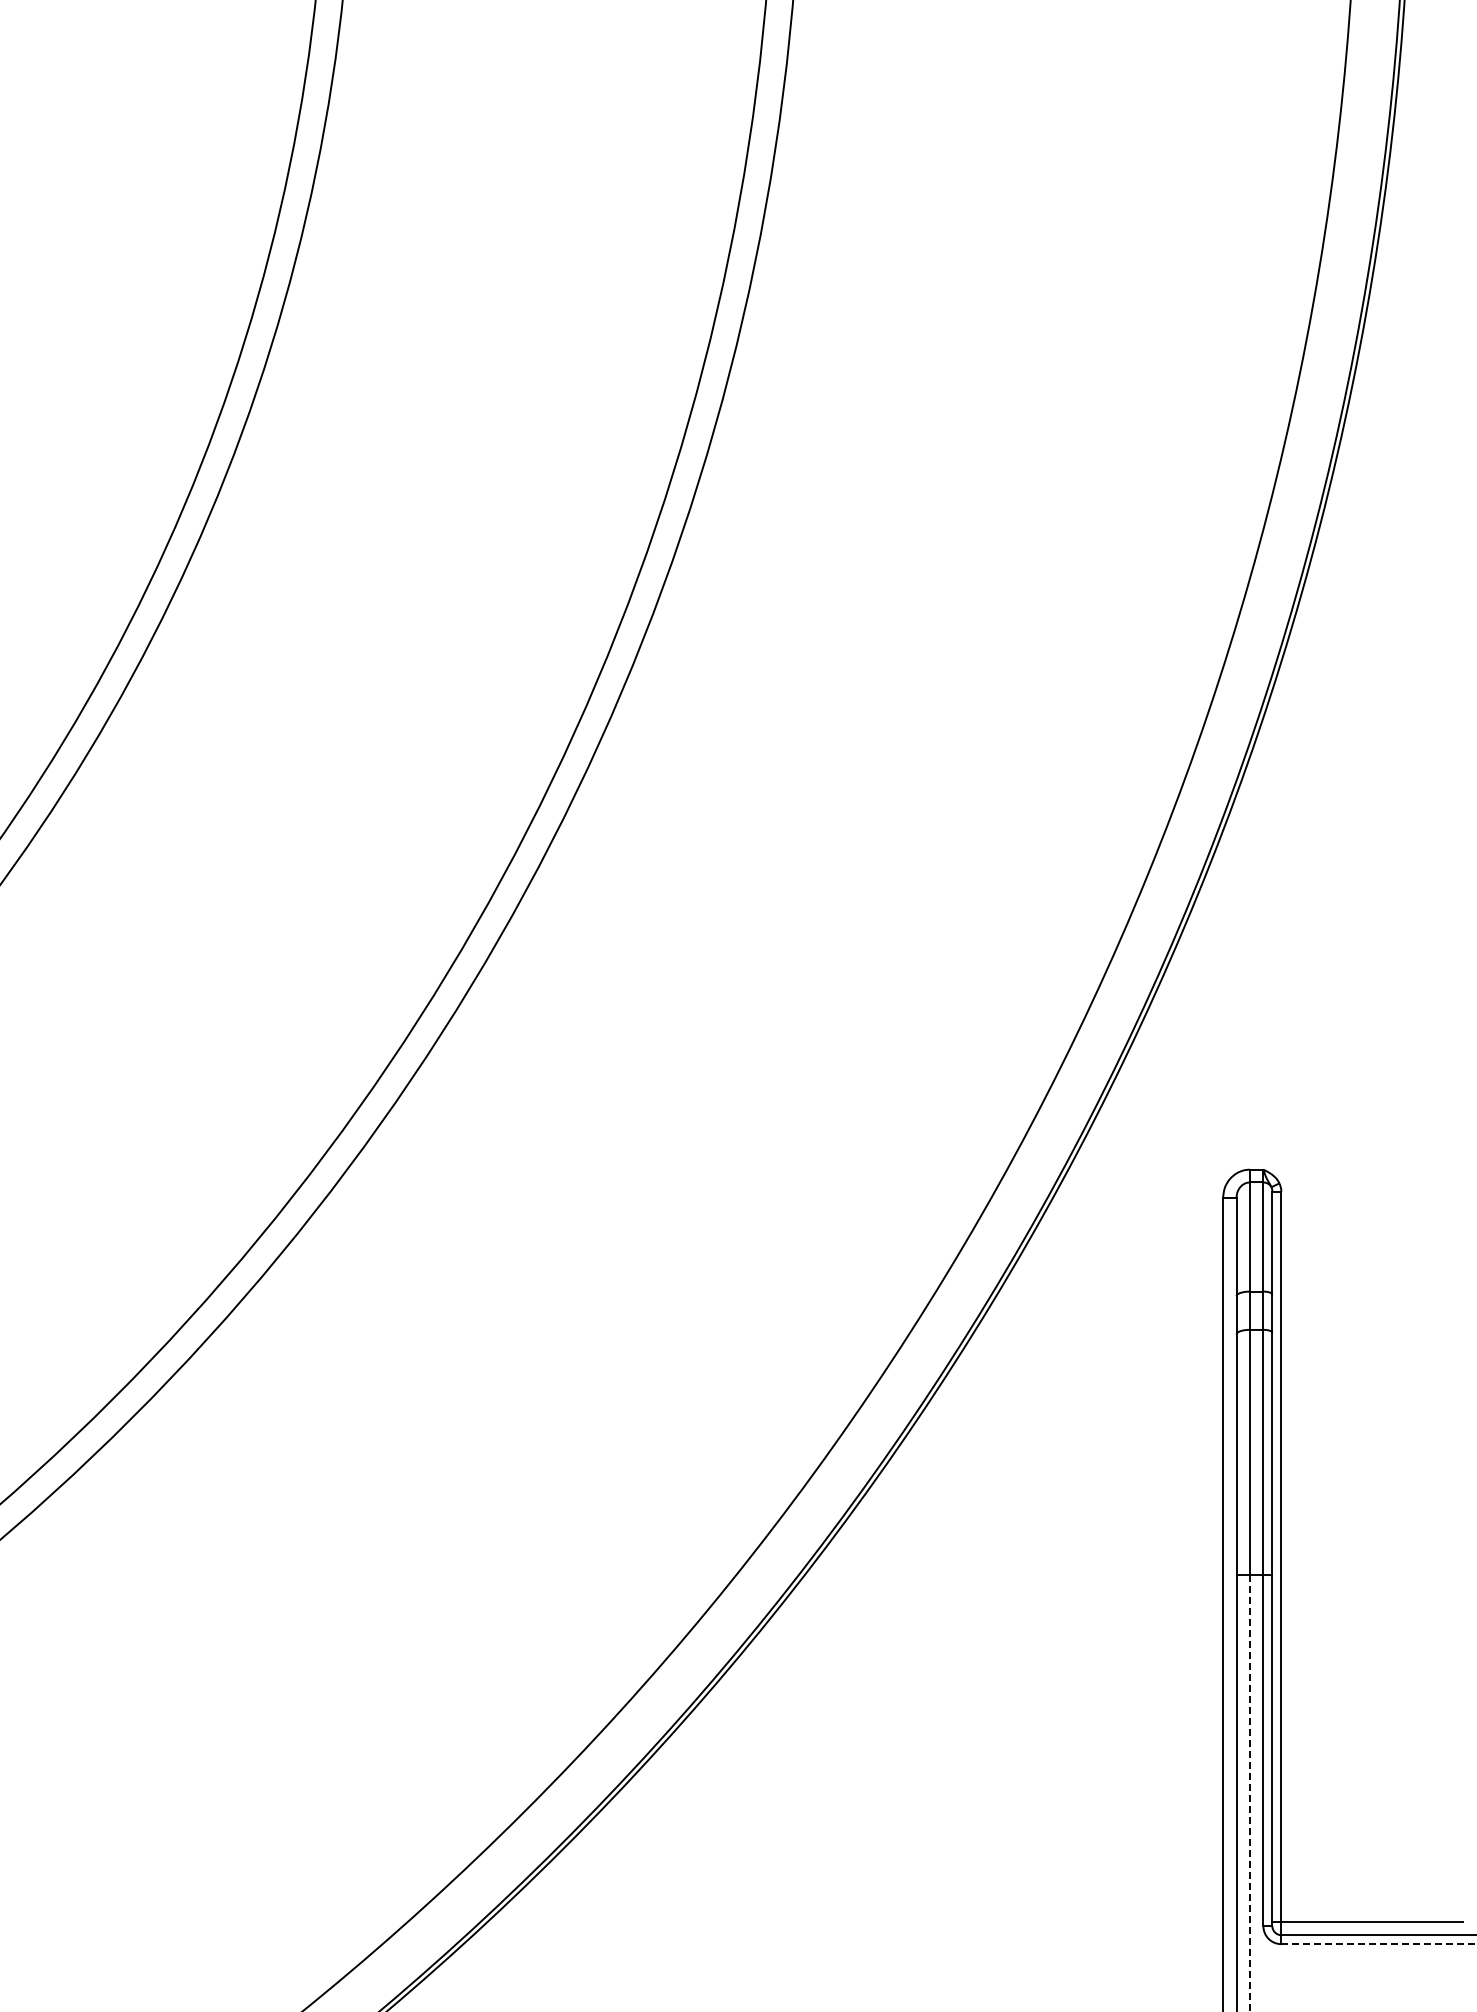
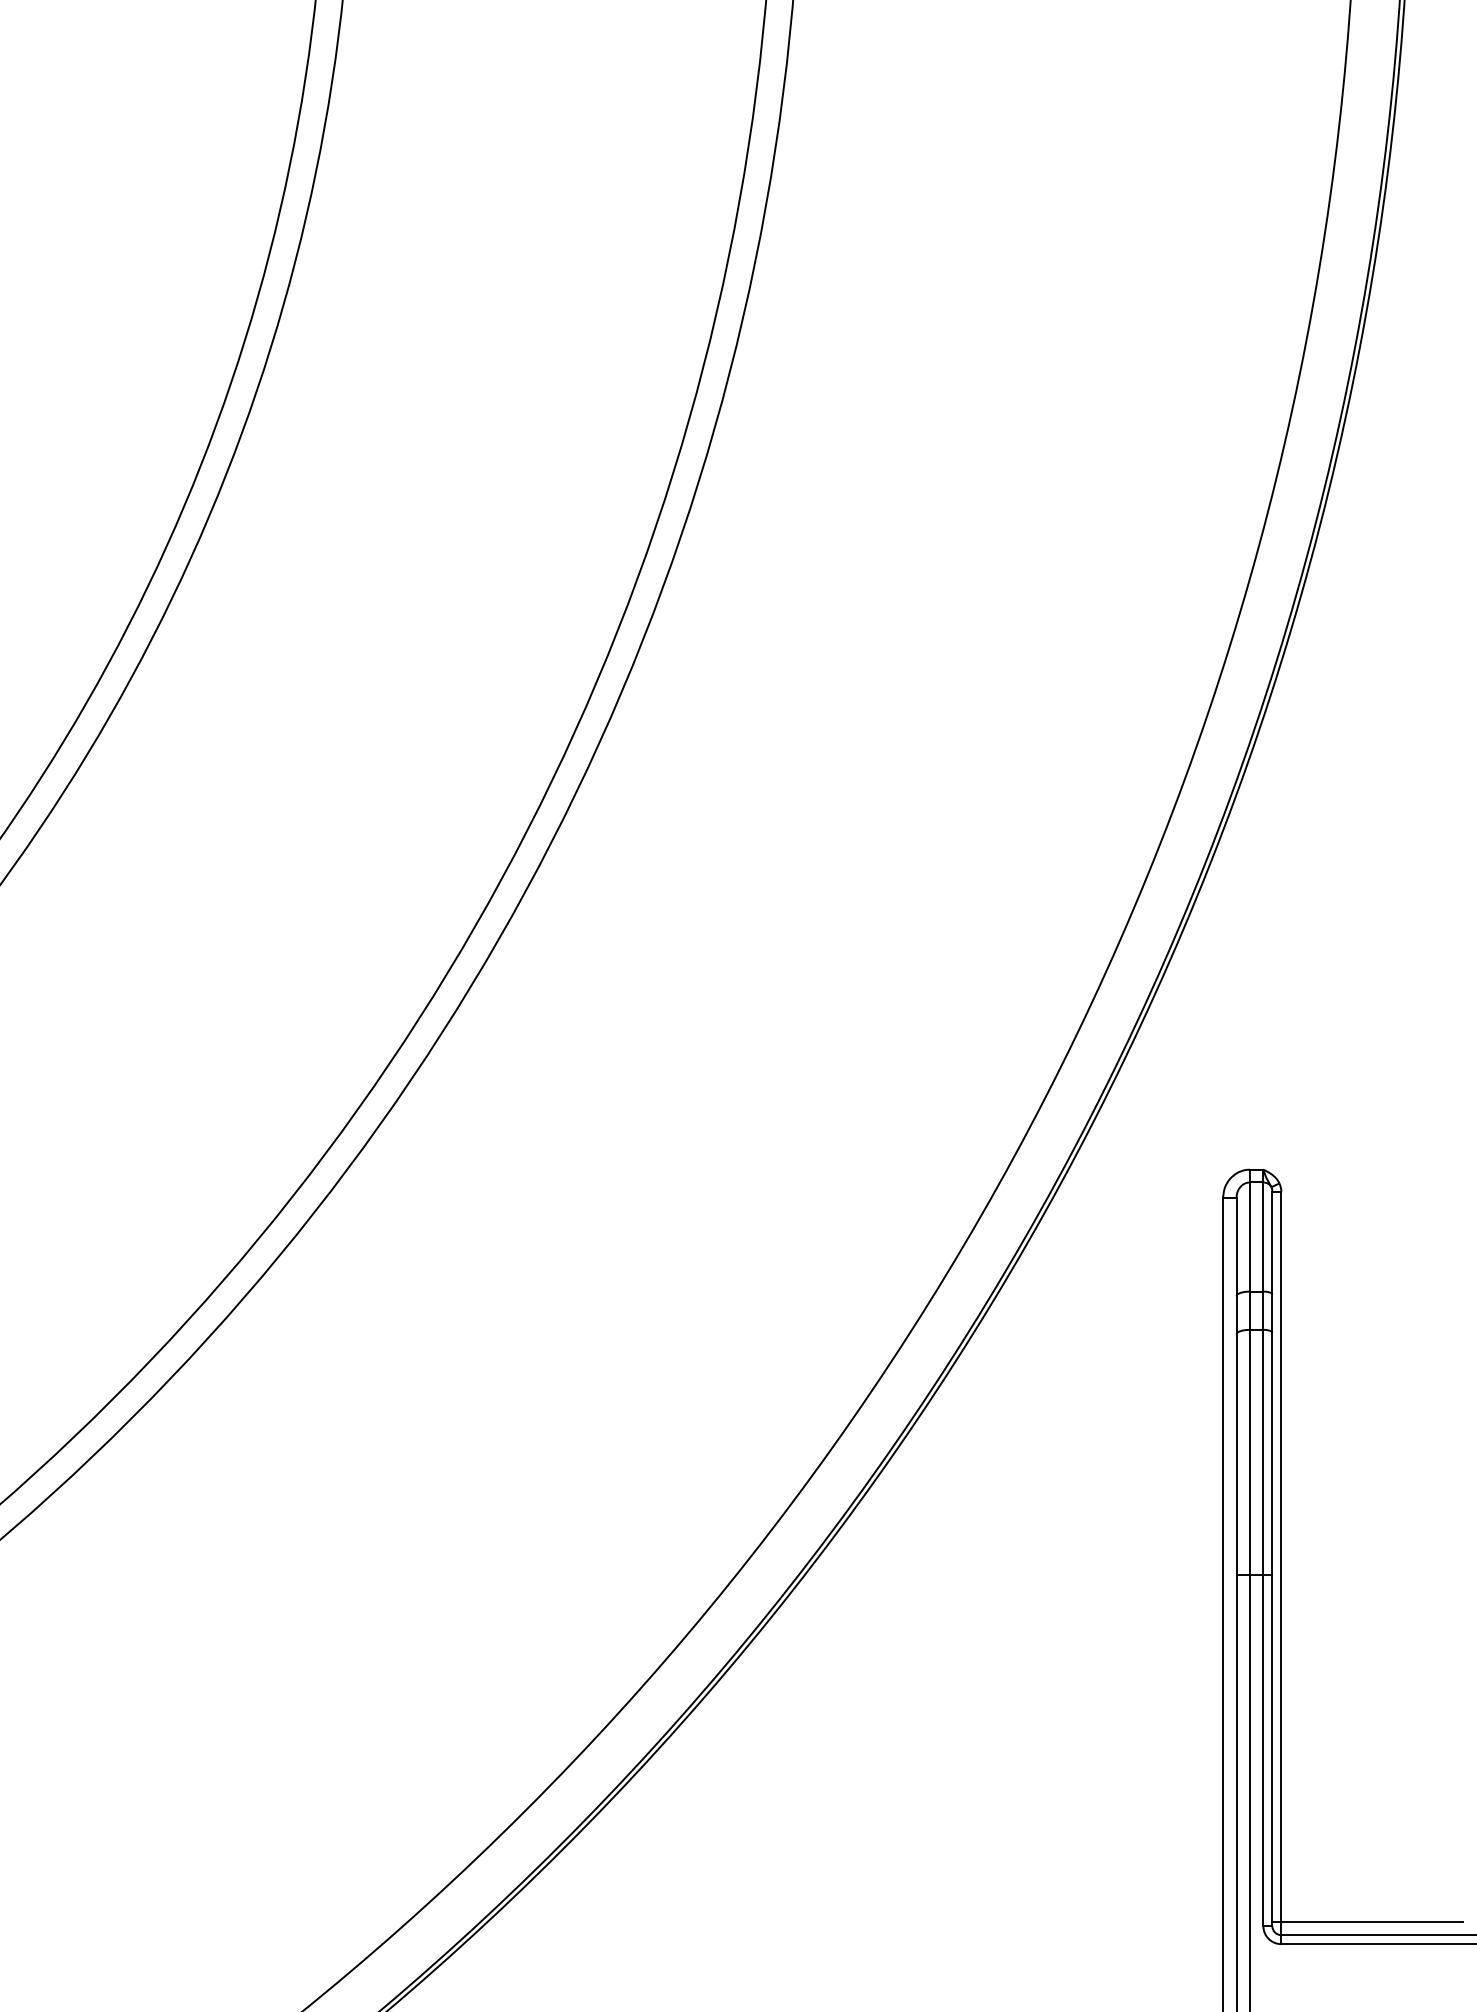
line at (1249, 1794): dashed -> solid
line at (1379, 1944): dashed -> solid
